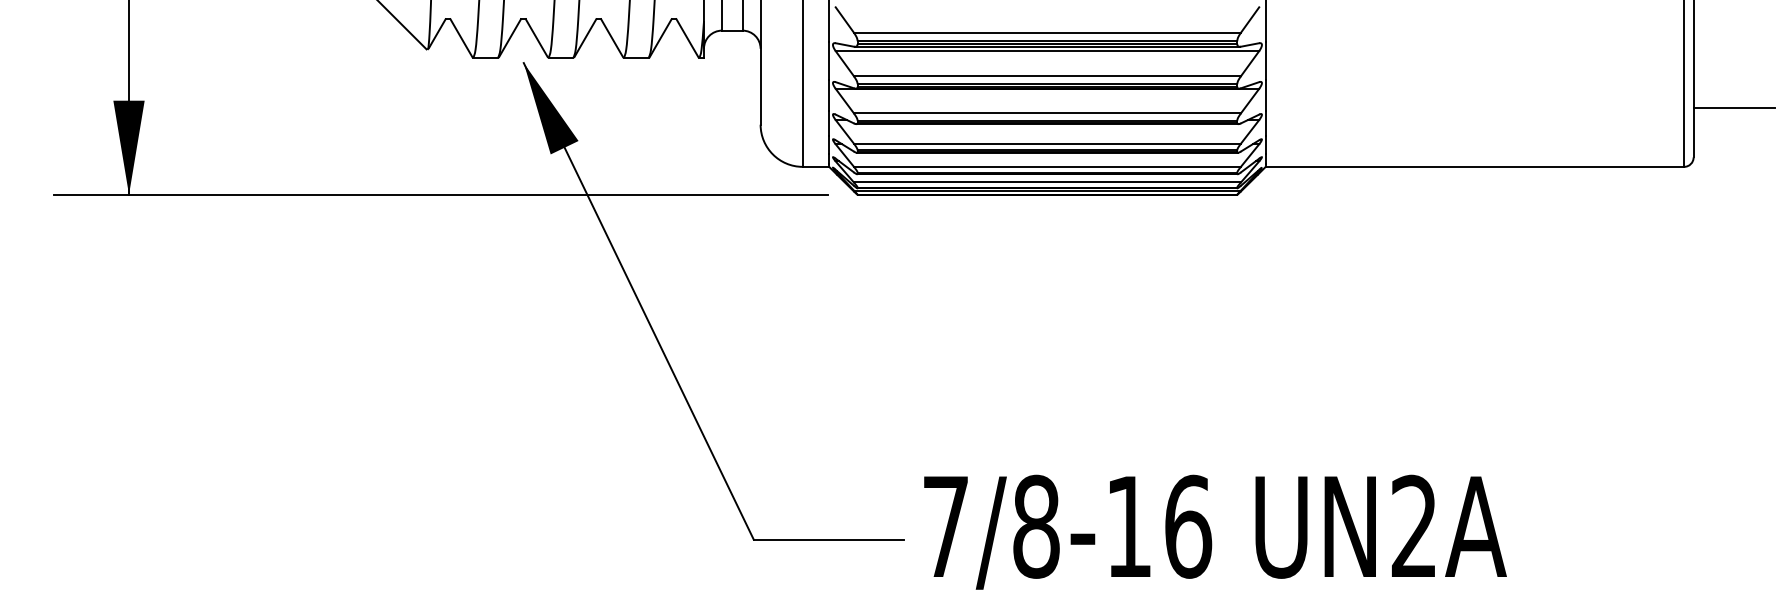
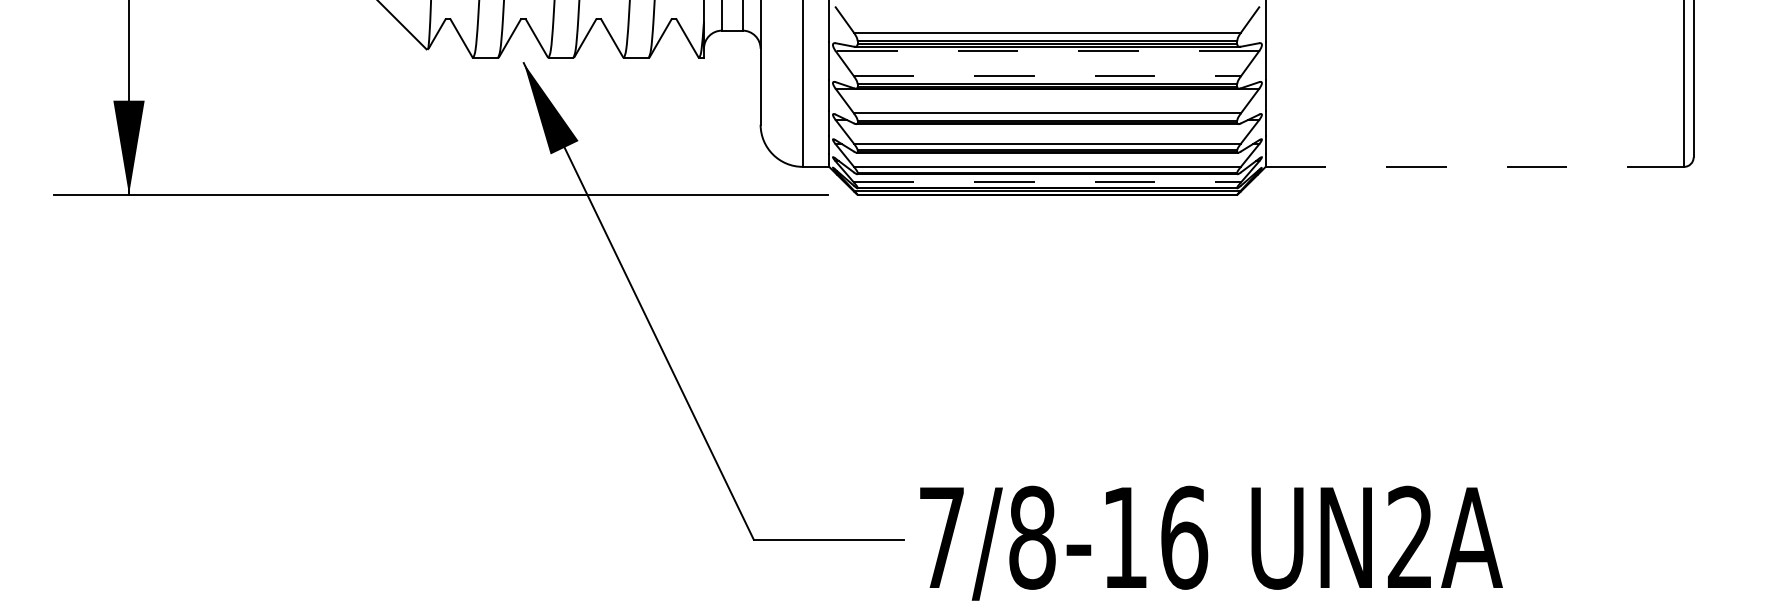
line at (1047, 51): solid -> dashed
line at (1047, 76): solid -> dashed
line at (1734, 107): present -> none
line at (1475, 166): solid -> dashed
line at (1047, 182): solid -> dashed
text at (1215, 531) position: (1215, 531) -> (1211, 542)
